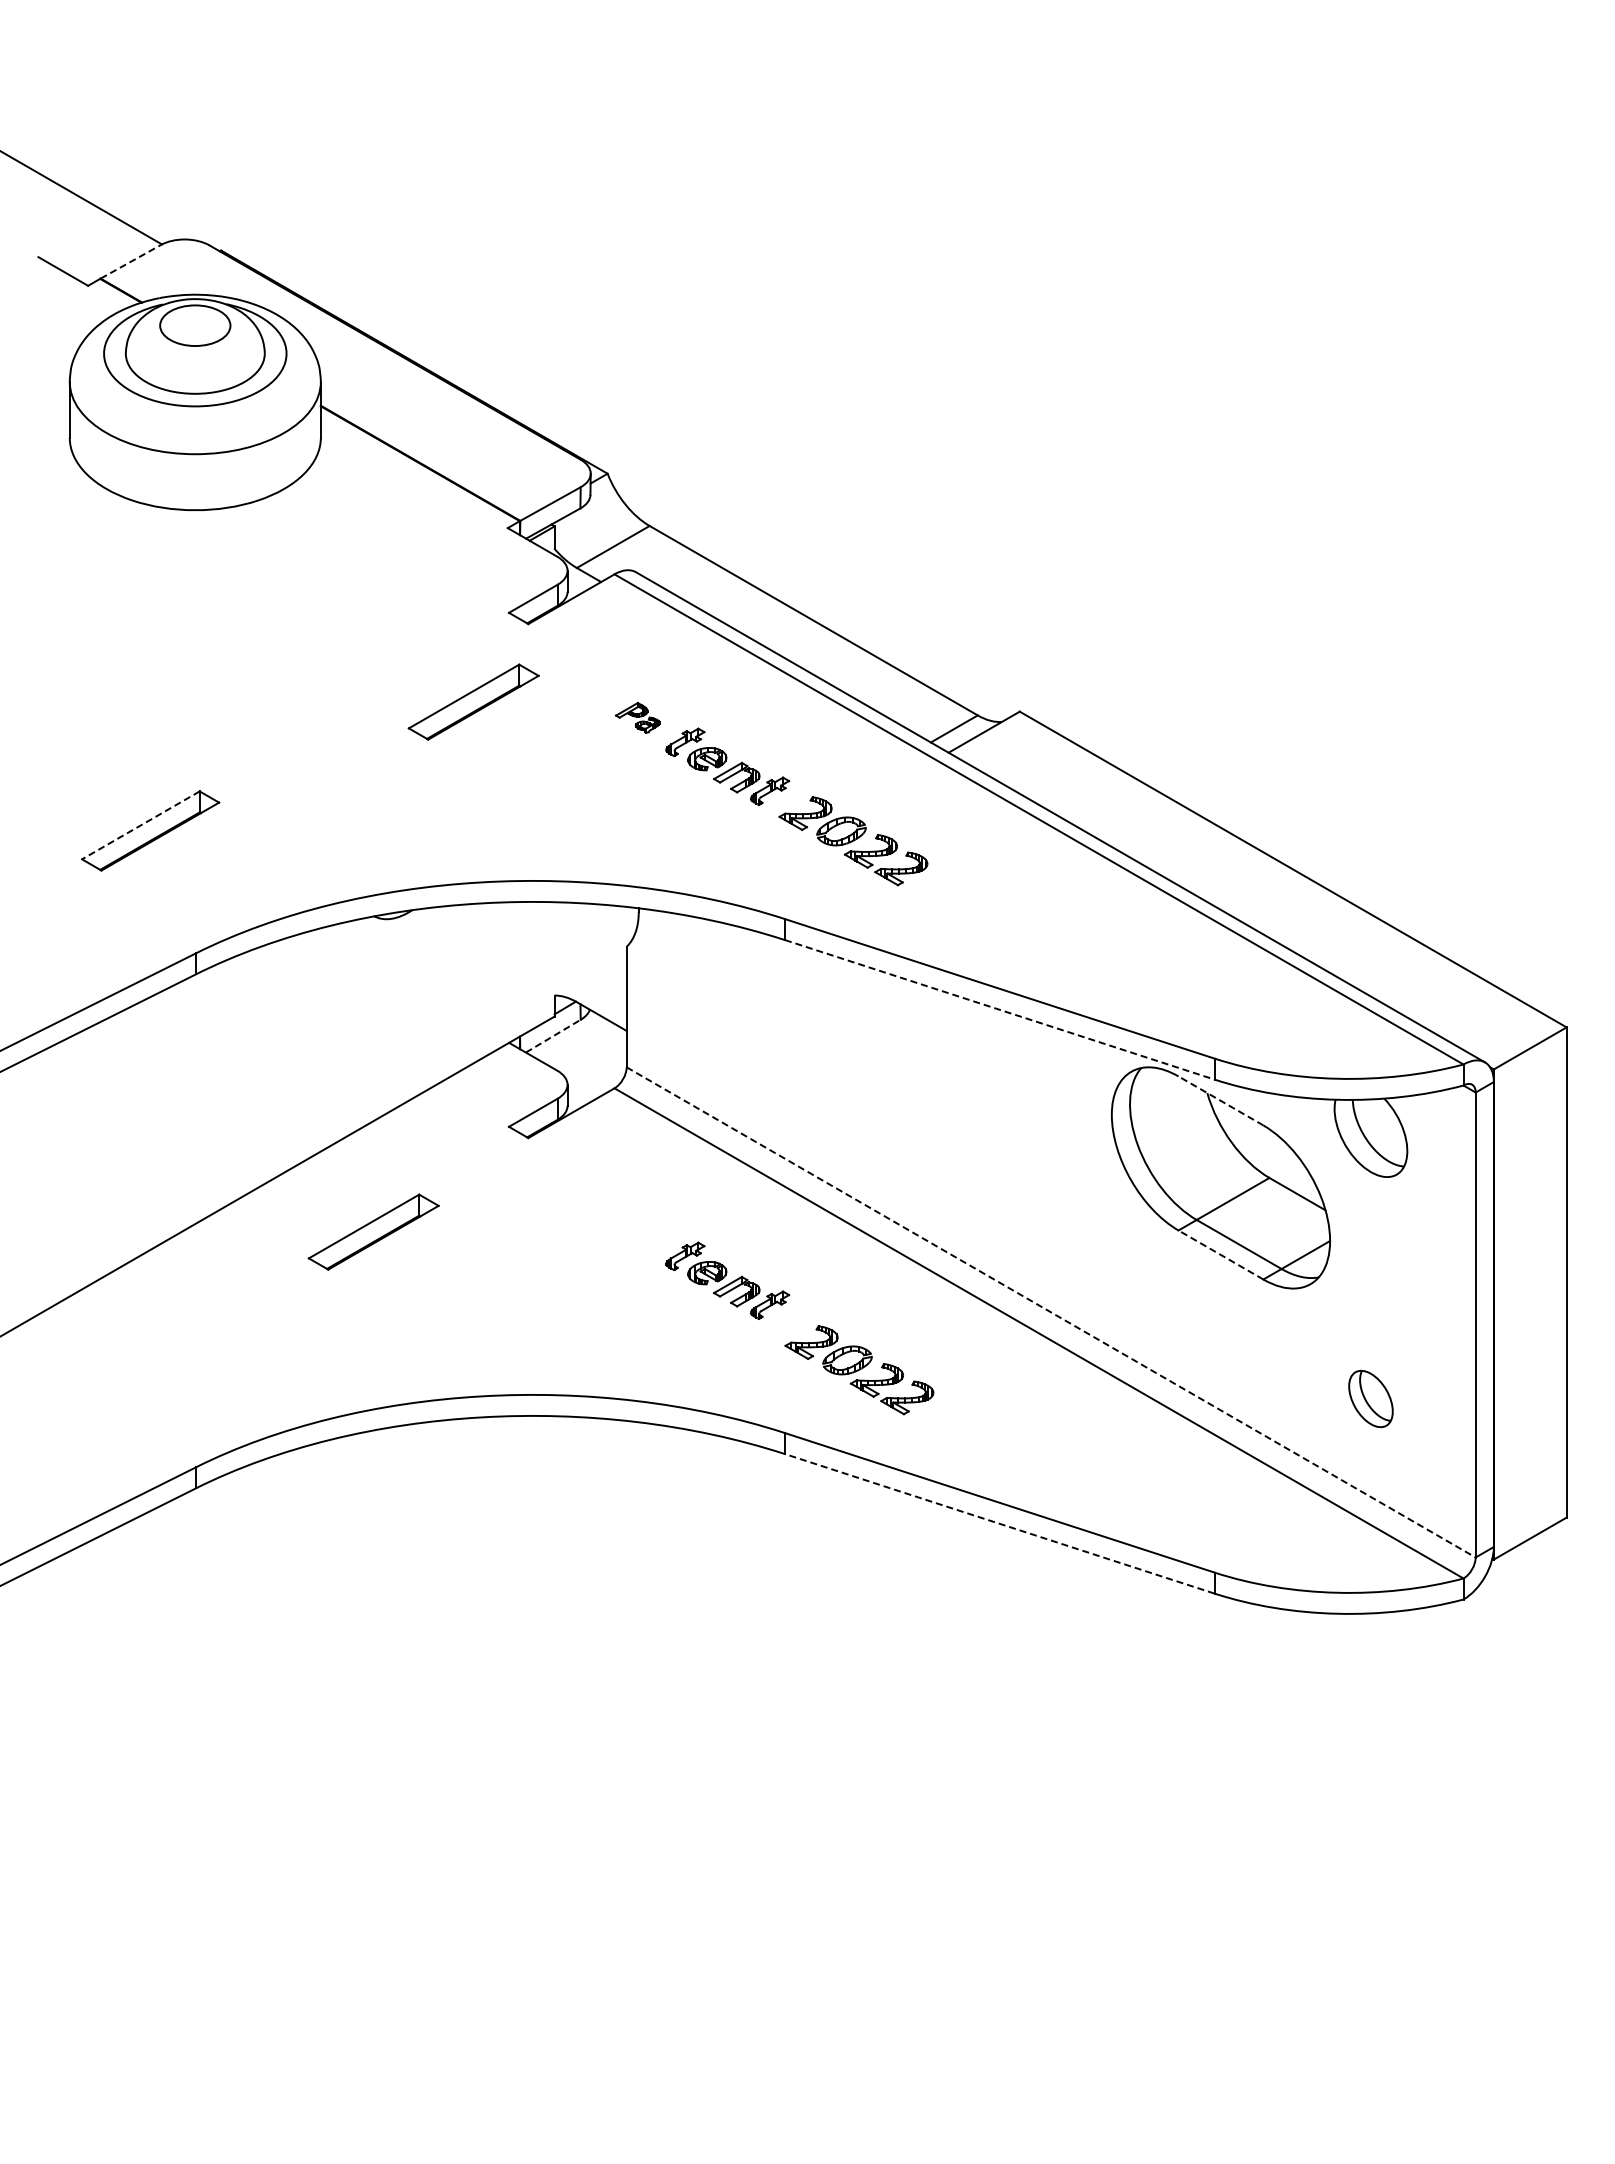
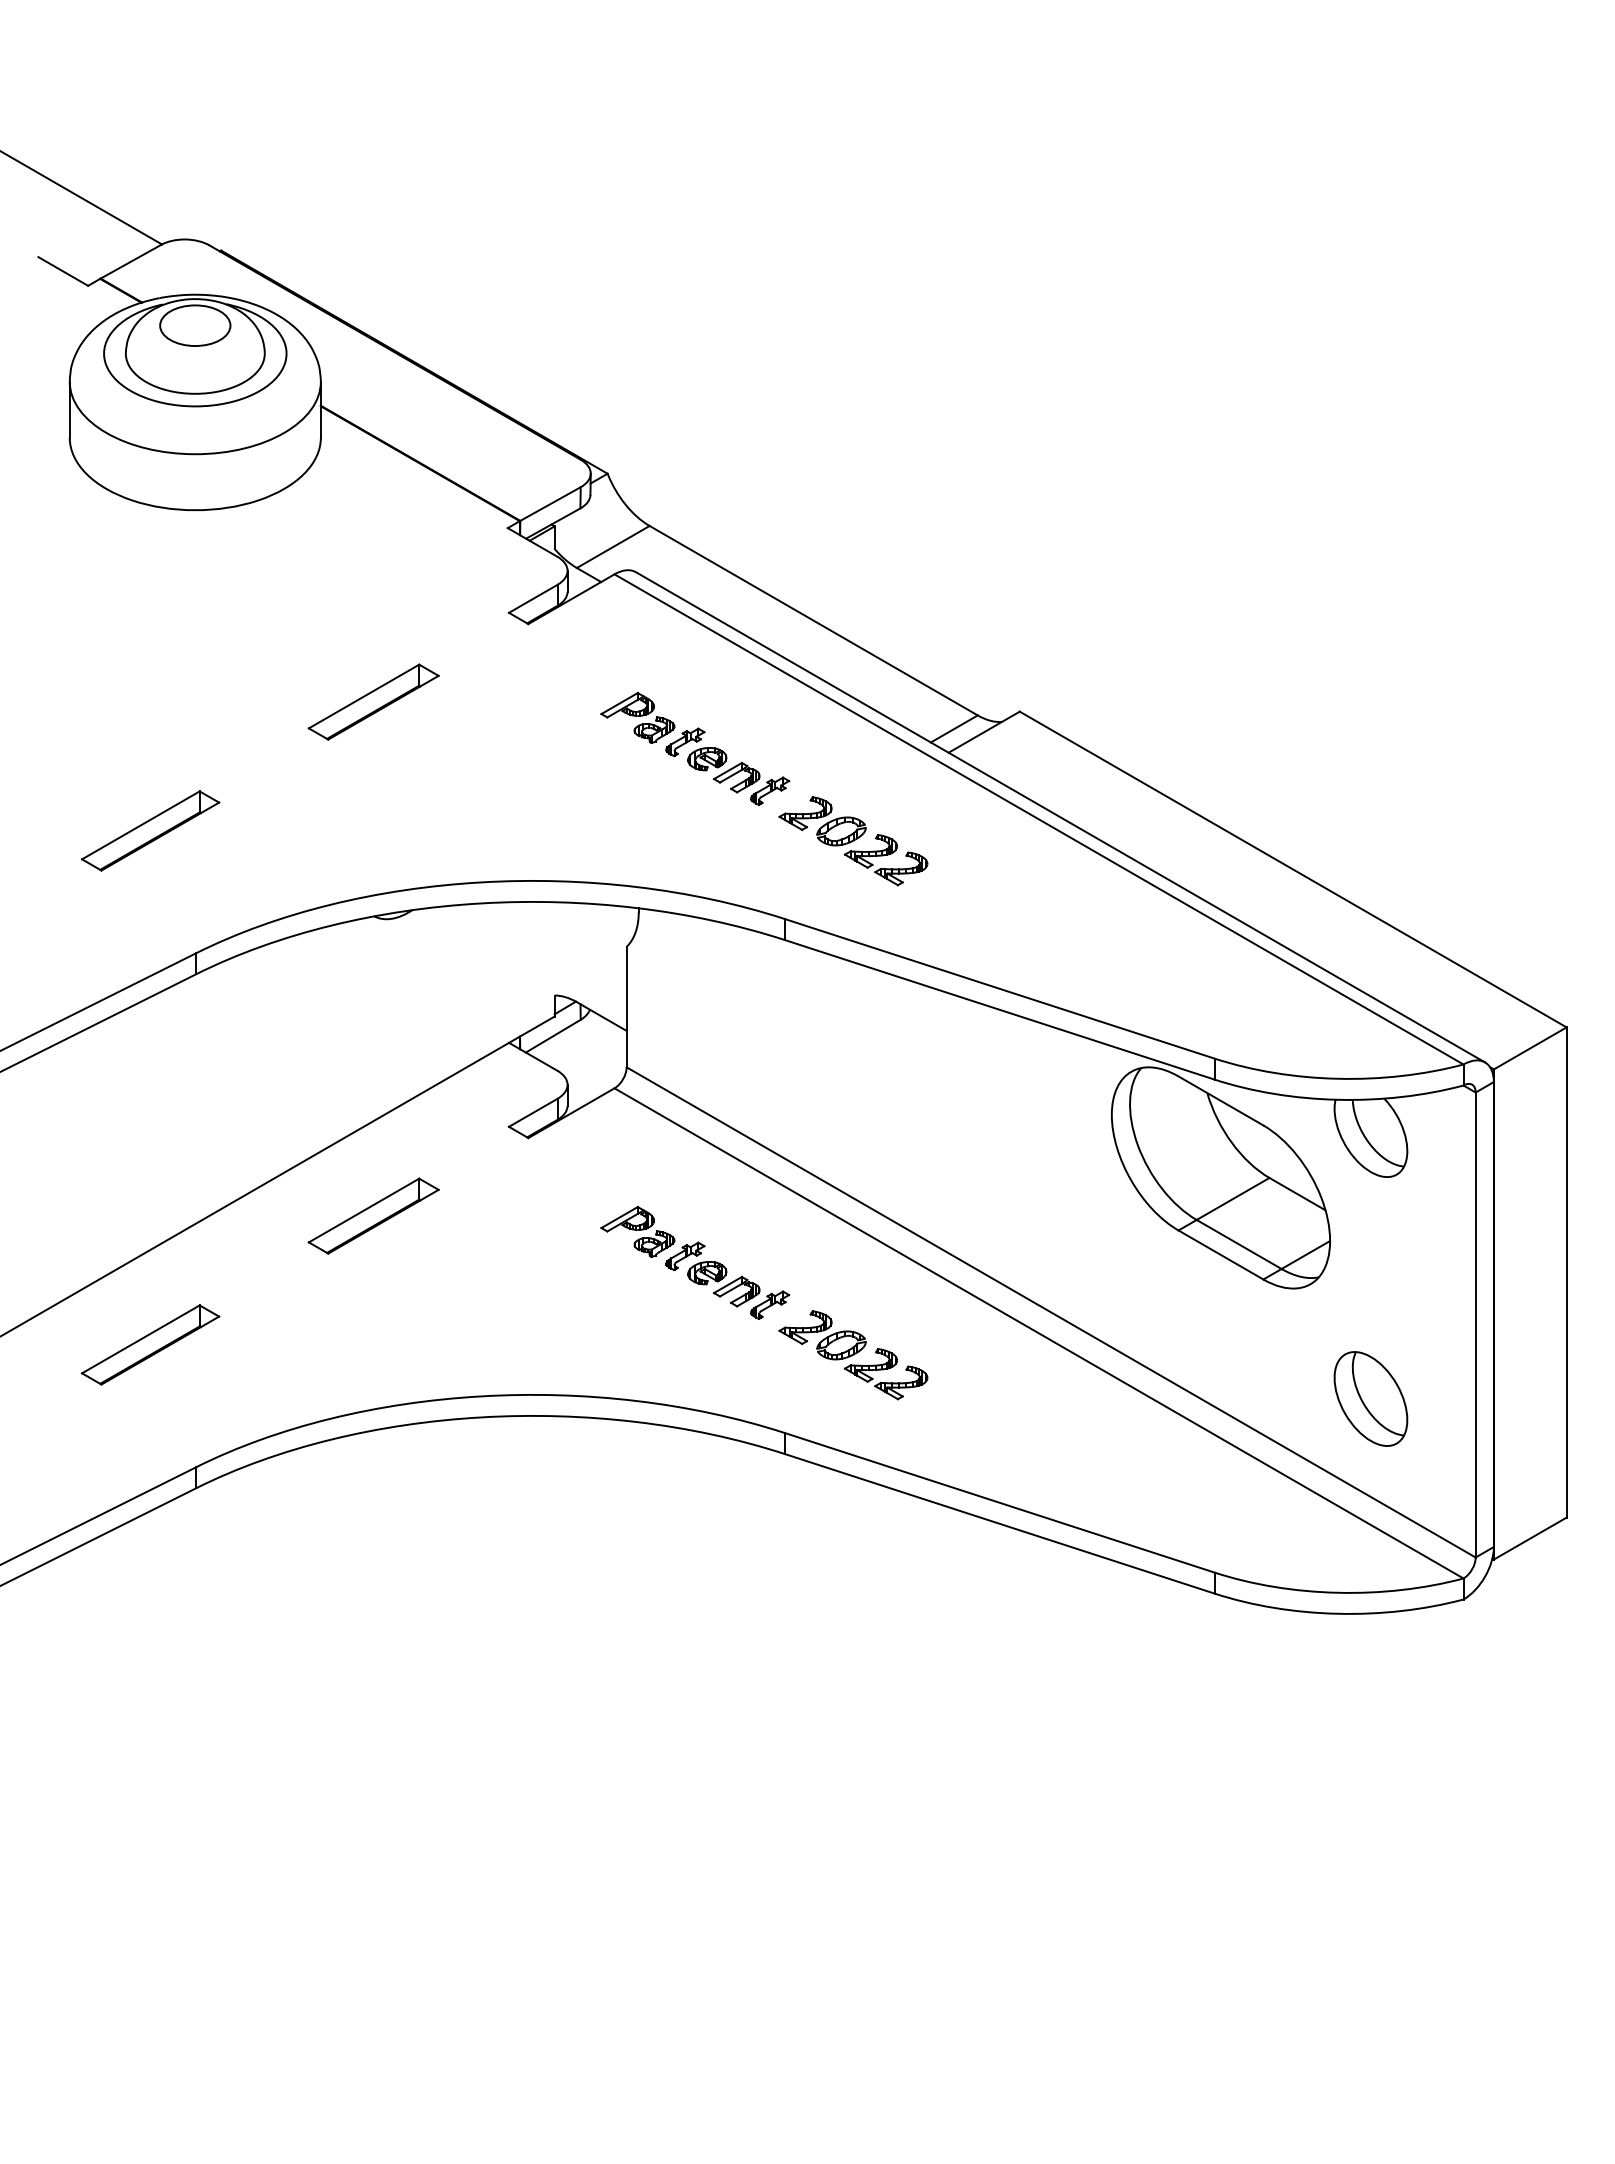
line at (130, 261): dashed -> solid
part at (473, 701) position: (473, 701) -> (373, 701)
part at (637, 717) size: 46x32 px -> 76x52 px
line at (140, 825): dashed -> solid
line at (999, 1009): dashed -> solid
line at (553, 1036): dashed -> solid
line at (1220, 1100): dashed -> solid
part at (373, 1231) position: (373, 1231) -> (373, 1215)
part at (637, 1231): none -> present
line at (1220, 1254): dashed -> solid
line at (1051, 1312): dashed -> solid
part at (150, 1344): none -> present
part at (859, 1370) position: (859, 1370) -> (853, 1355)
part at (1370, 1398) size: 46x60 px -> 76x96 px
line at (999, 1523): dashed -> solid
